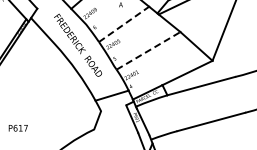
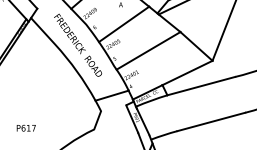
line at (124, 24): dashed -> solid
line at (148, 50): dashed -> solid
text at (17, 127) position: (17, 127) -> (25, 127)
